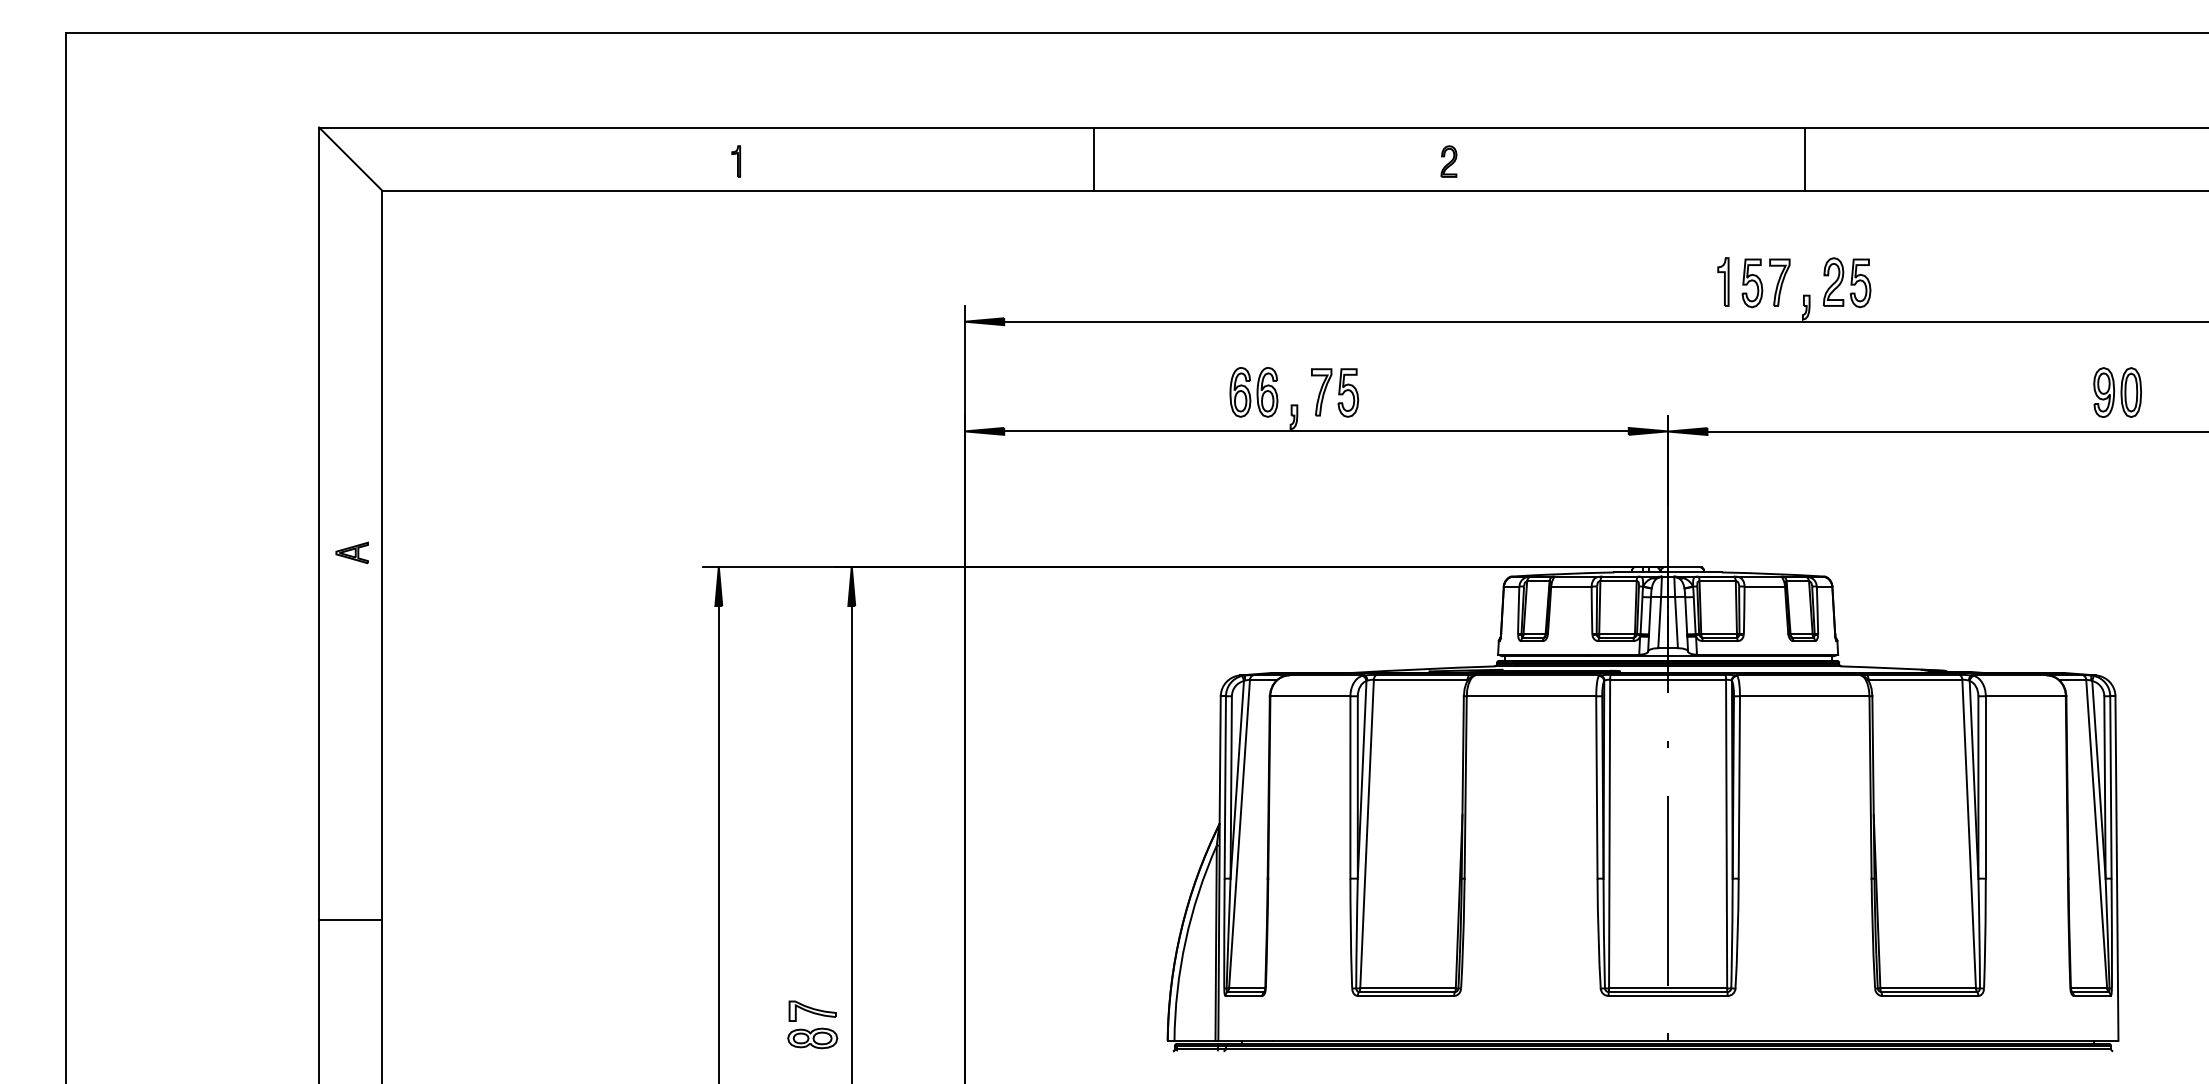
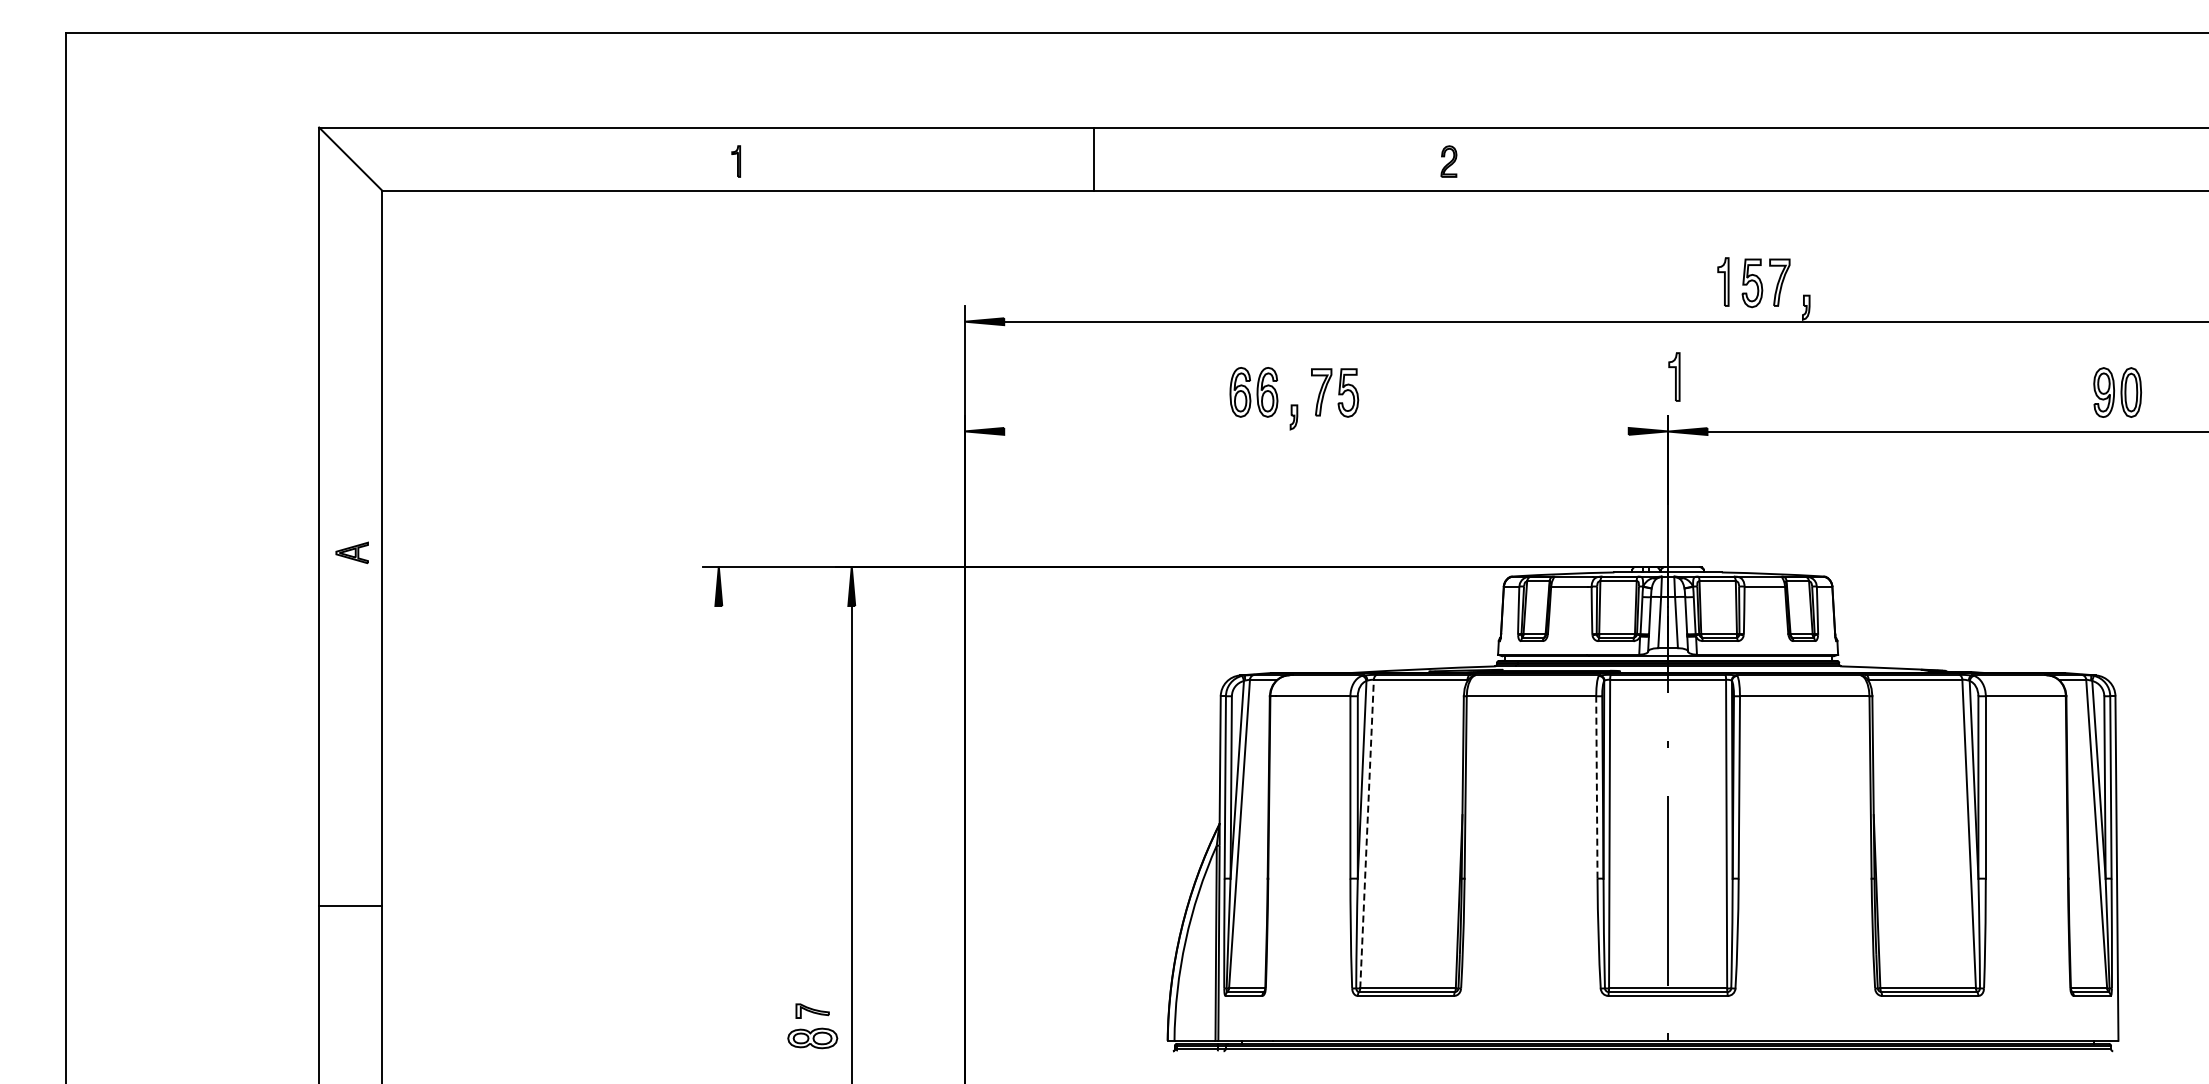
line at (1804, 158): present -> none
part at (1846, 282): present -> none
part at (1674, 376): none -> present
line at (1316, 431): present -> none
line at (1596, 786): solid -> dashed
line at (1367, 834): solid -> dashed
line at (718, 843): present -> none
line at (350, 920) position: (350, 920) -> (350, 906)
part at (812, 1010) size: 49x22 px -> 35x16 px
